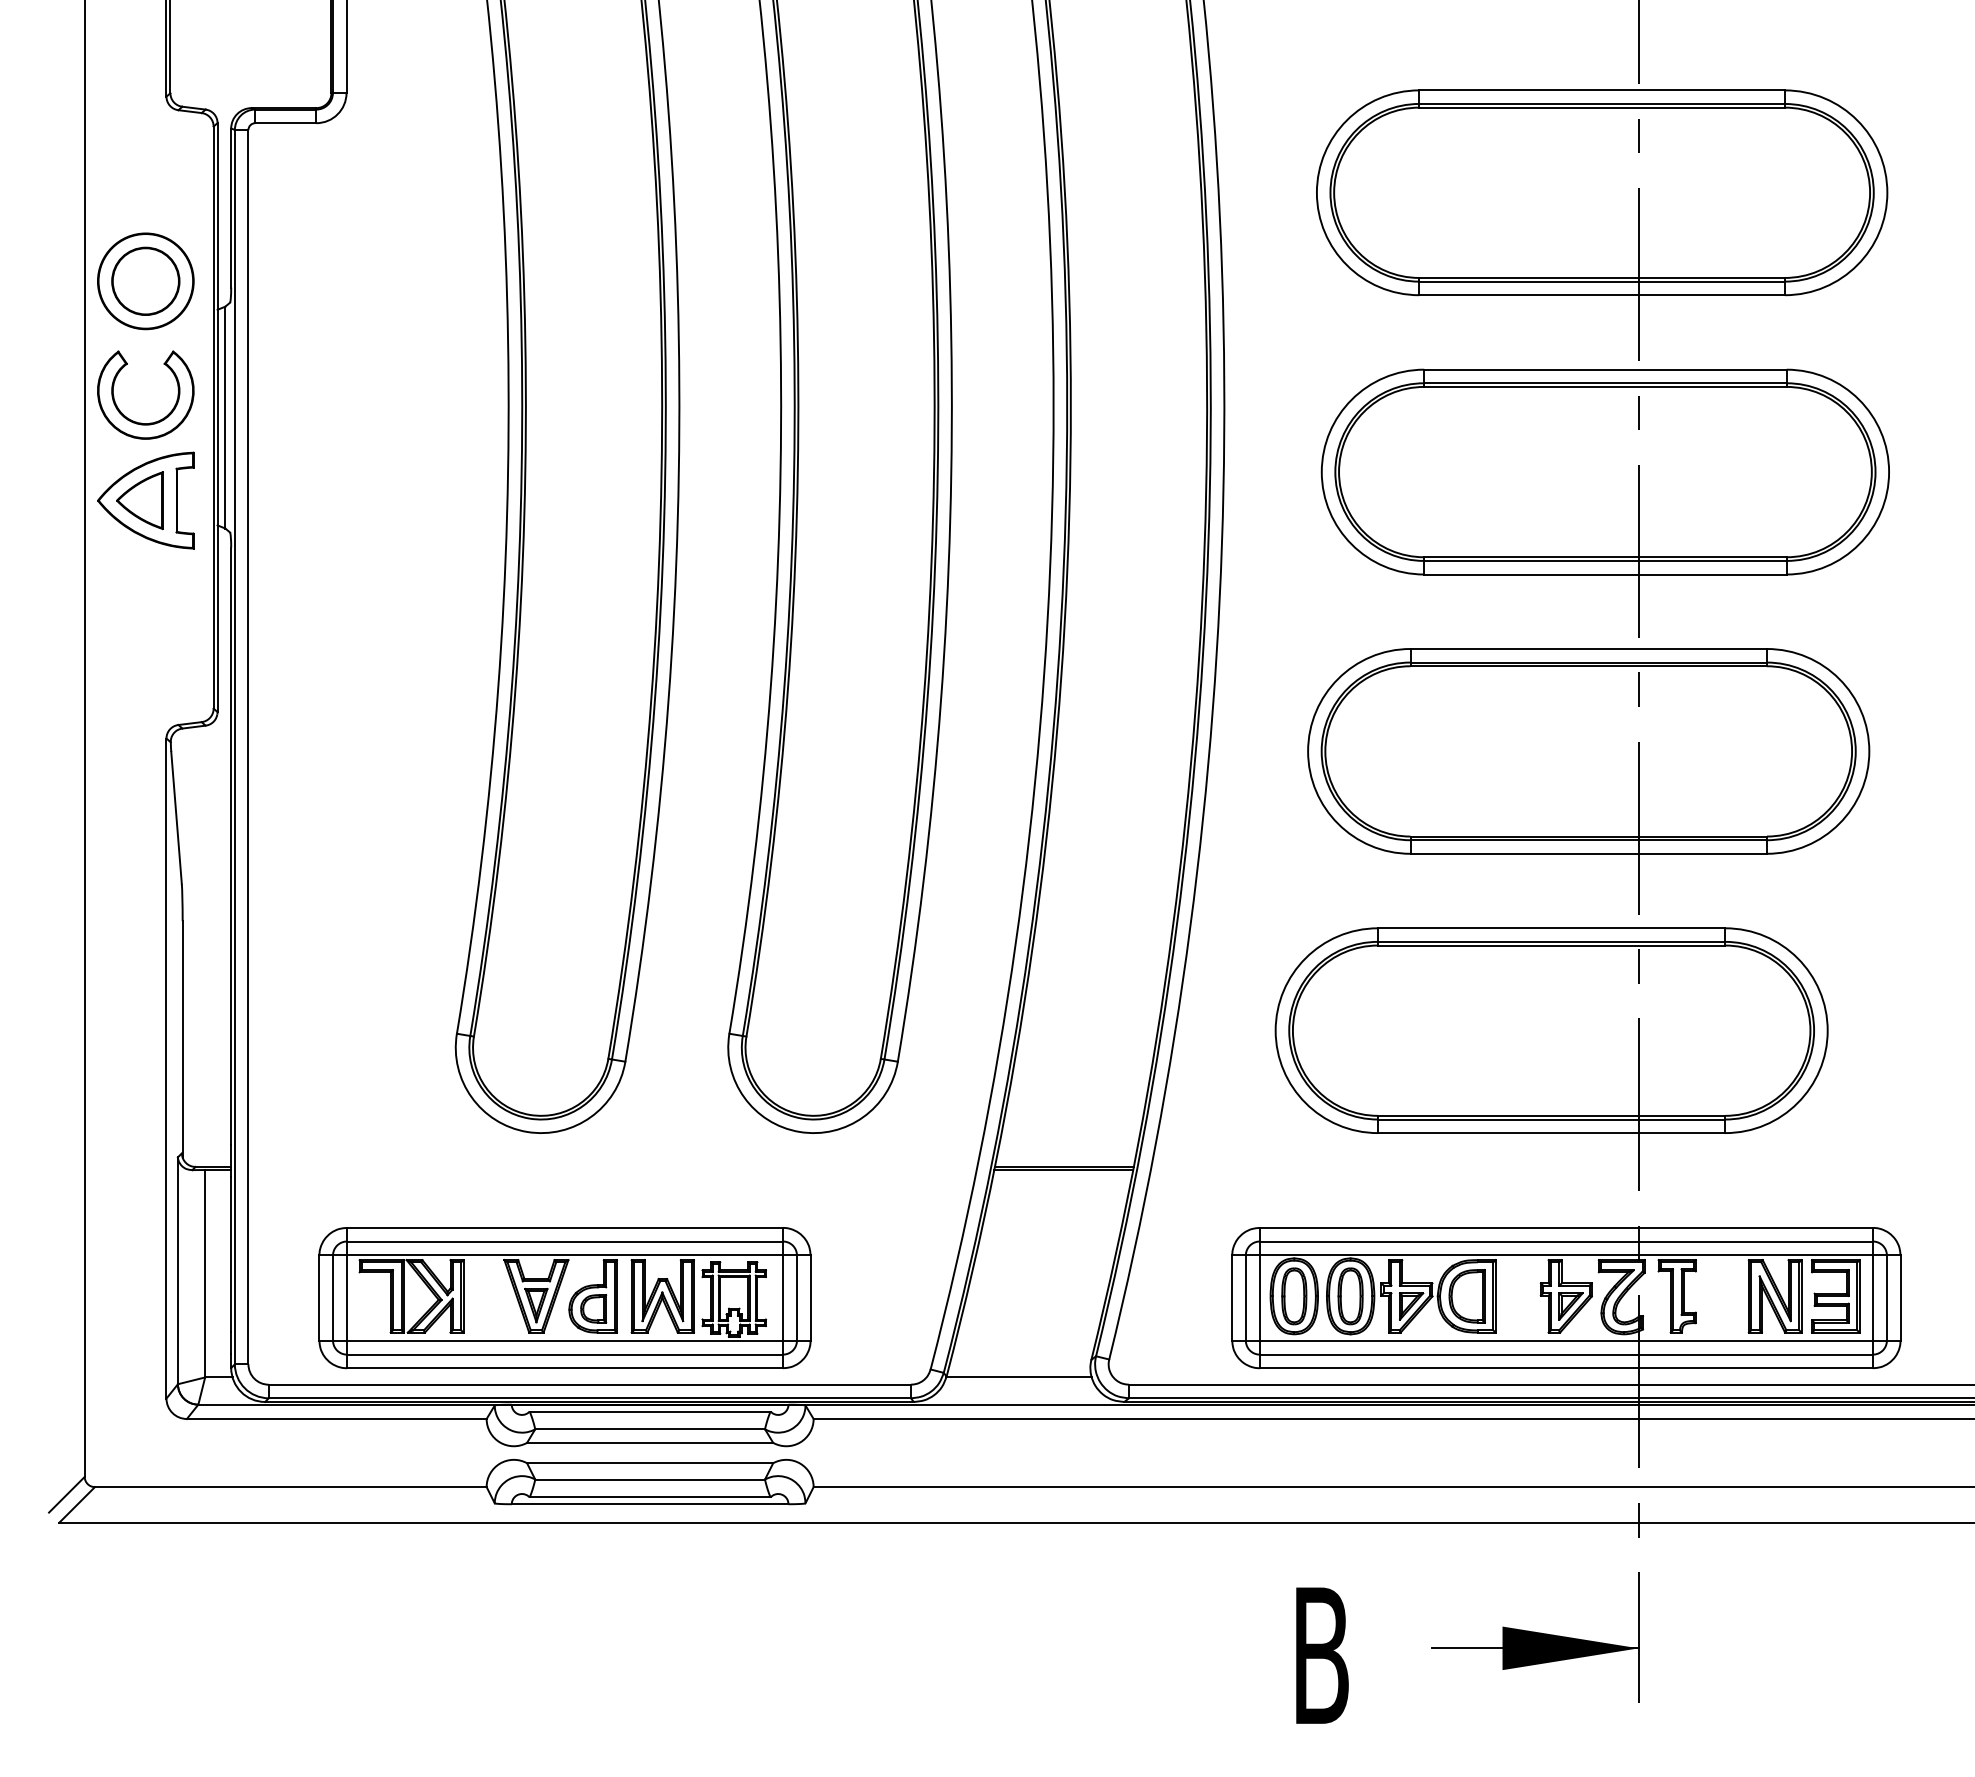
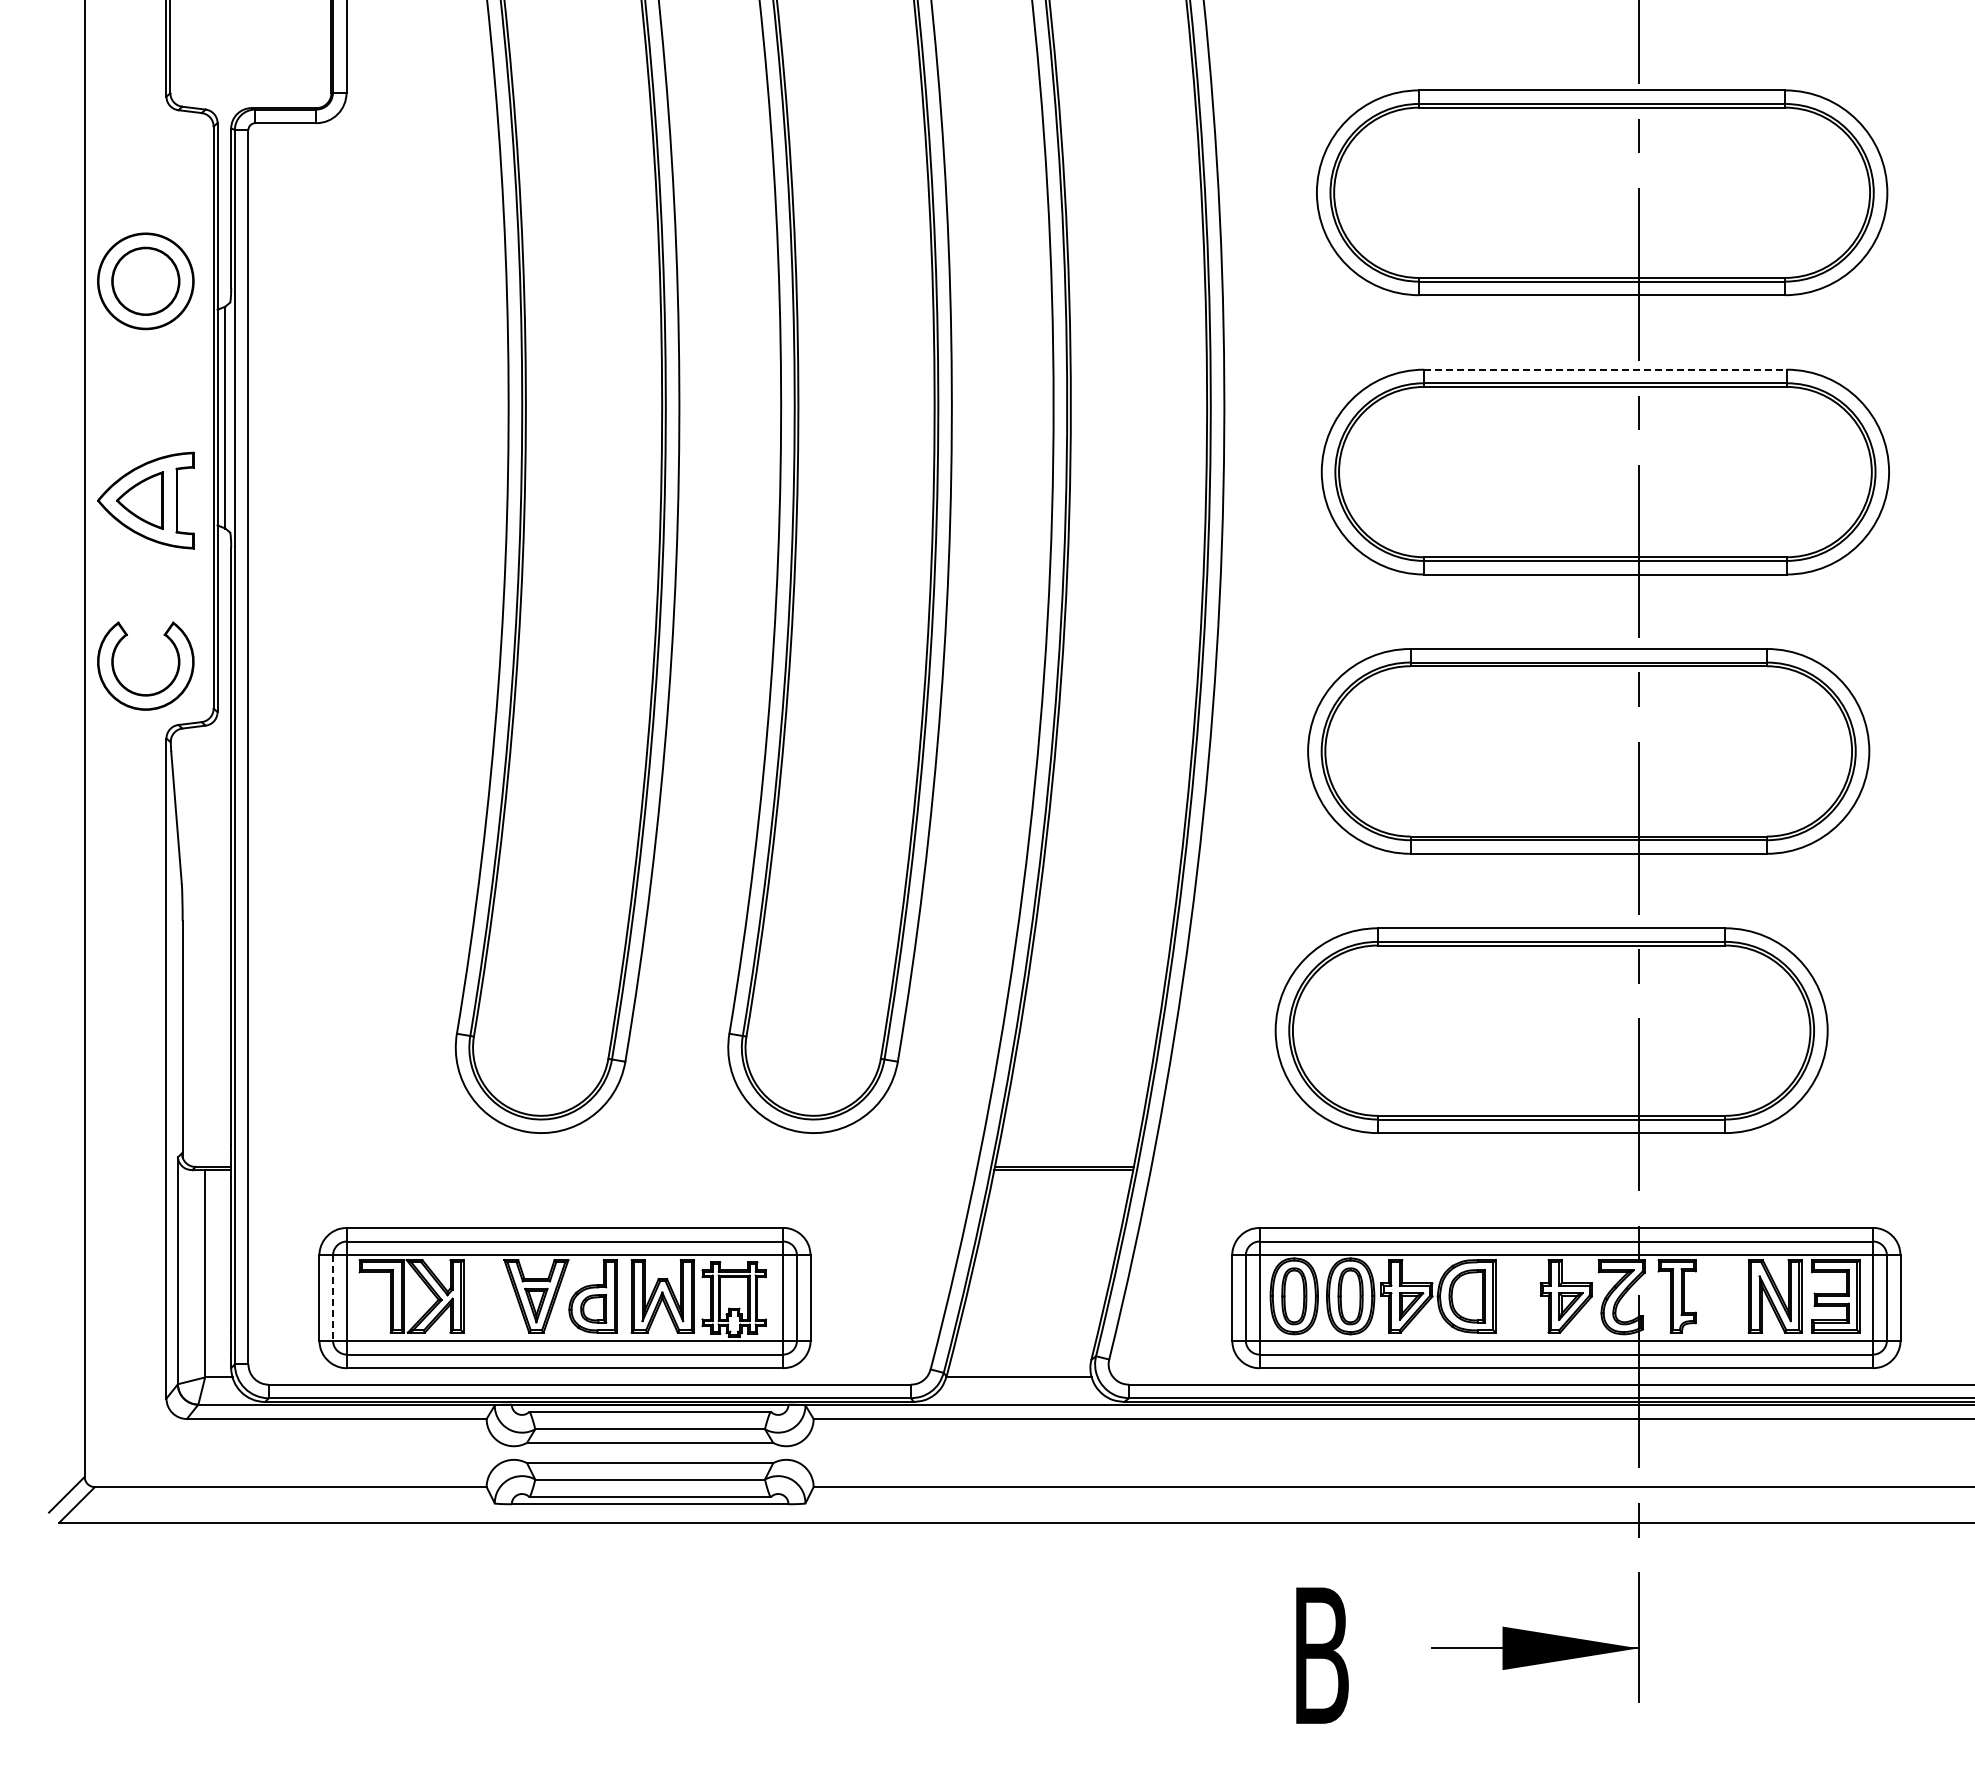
line at (1605, 369): solid -> dashed
part at (141, 422) position: (141, 422) -> (141, 693)
line at (333, 1298): solid -> dashed
